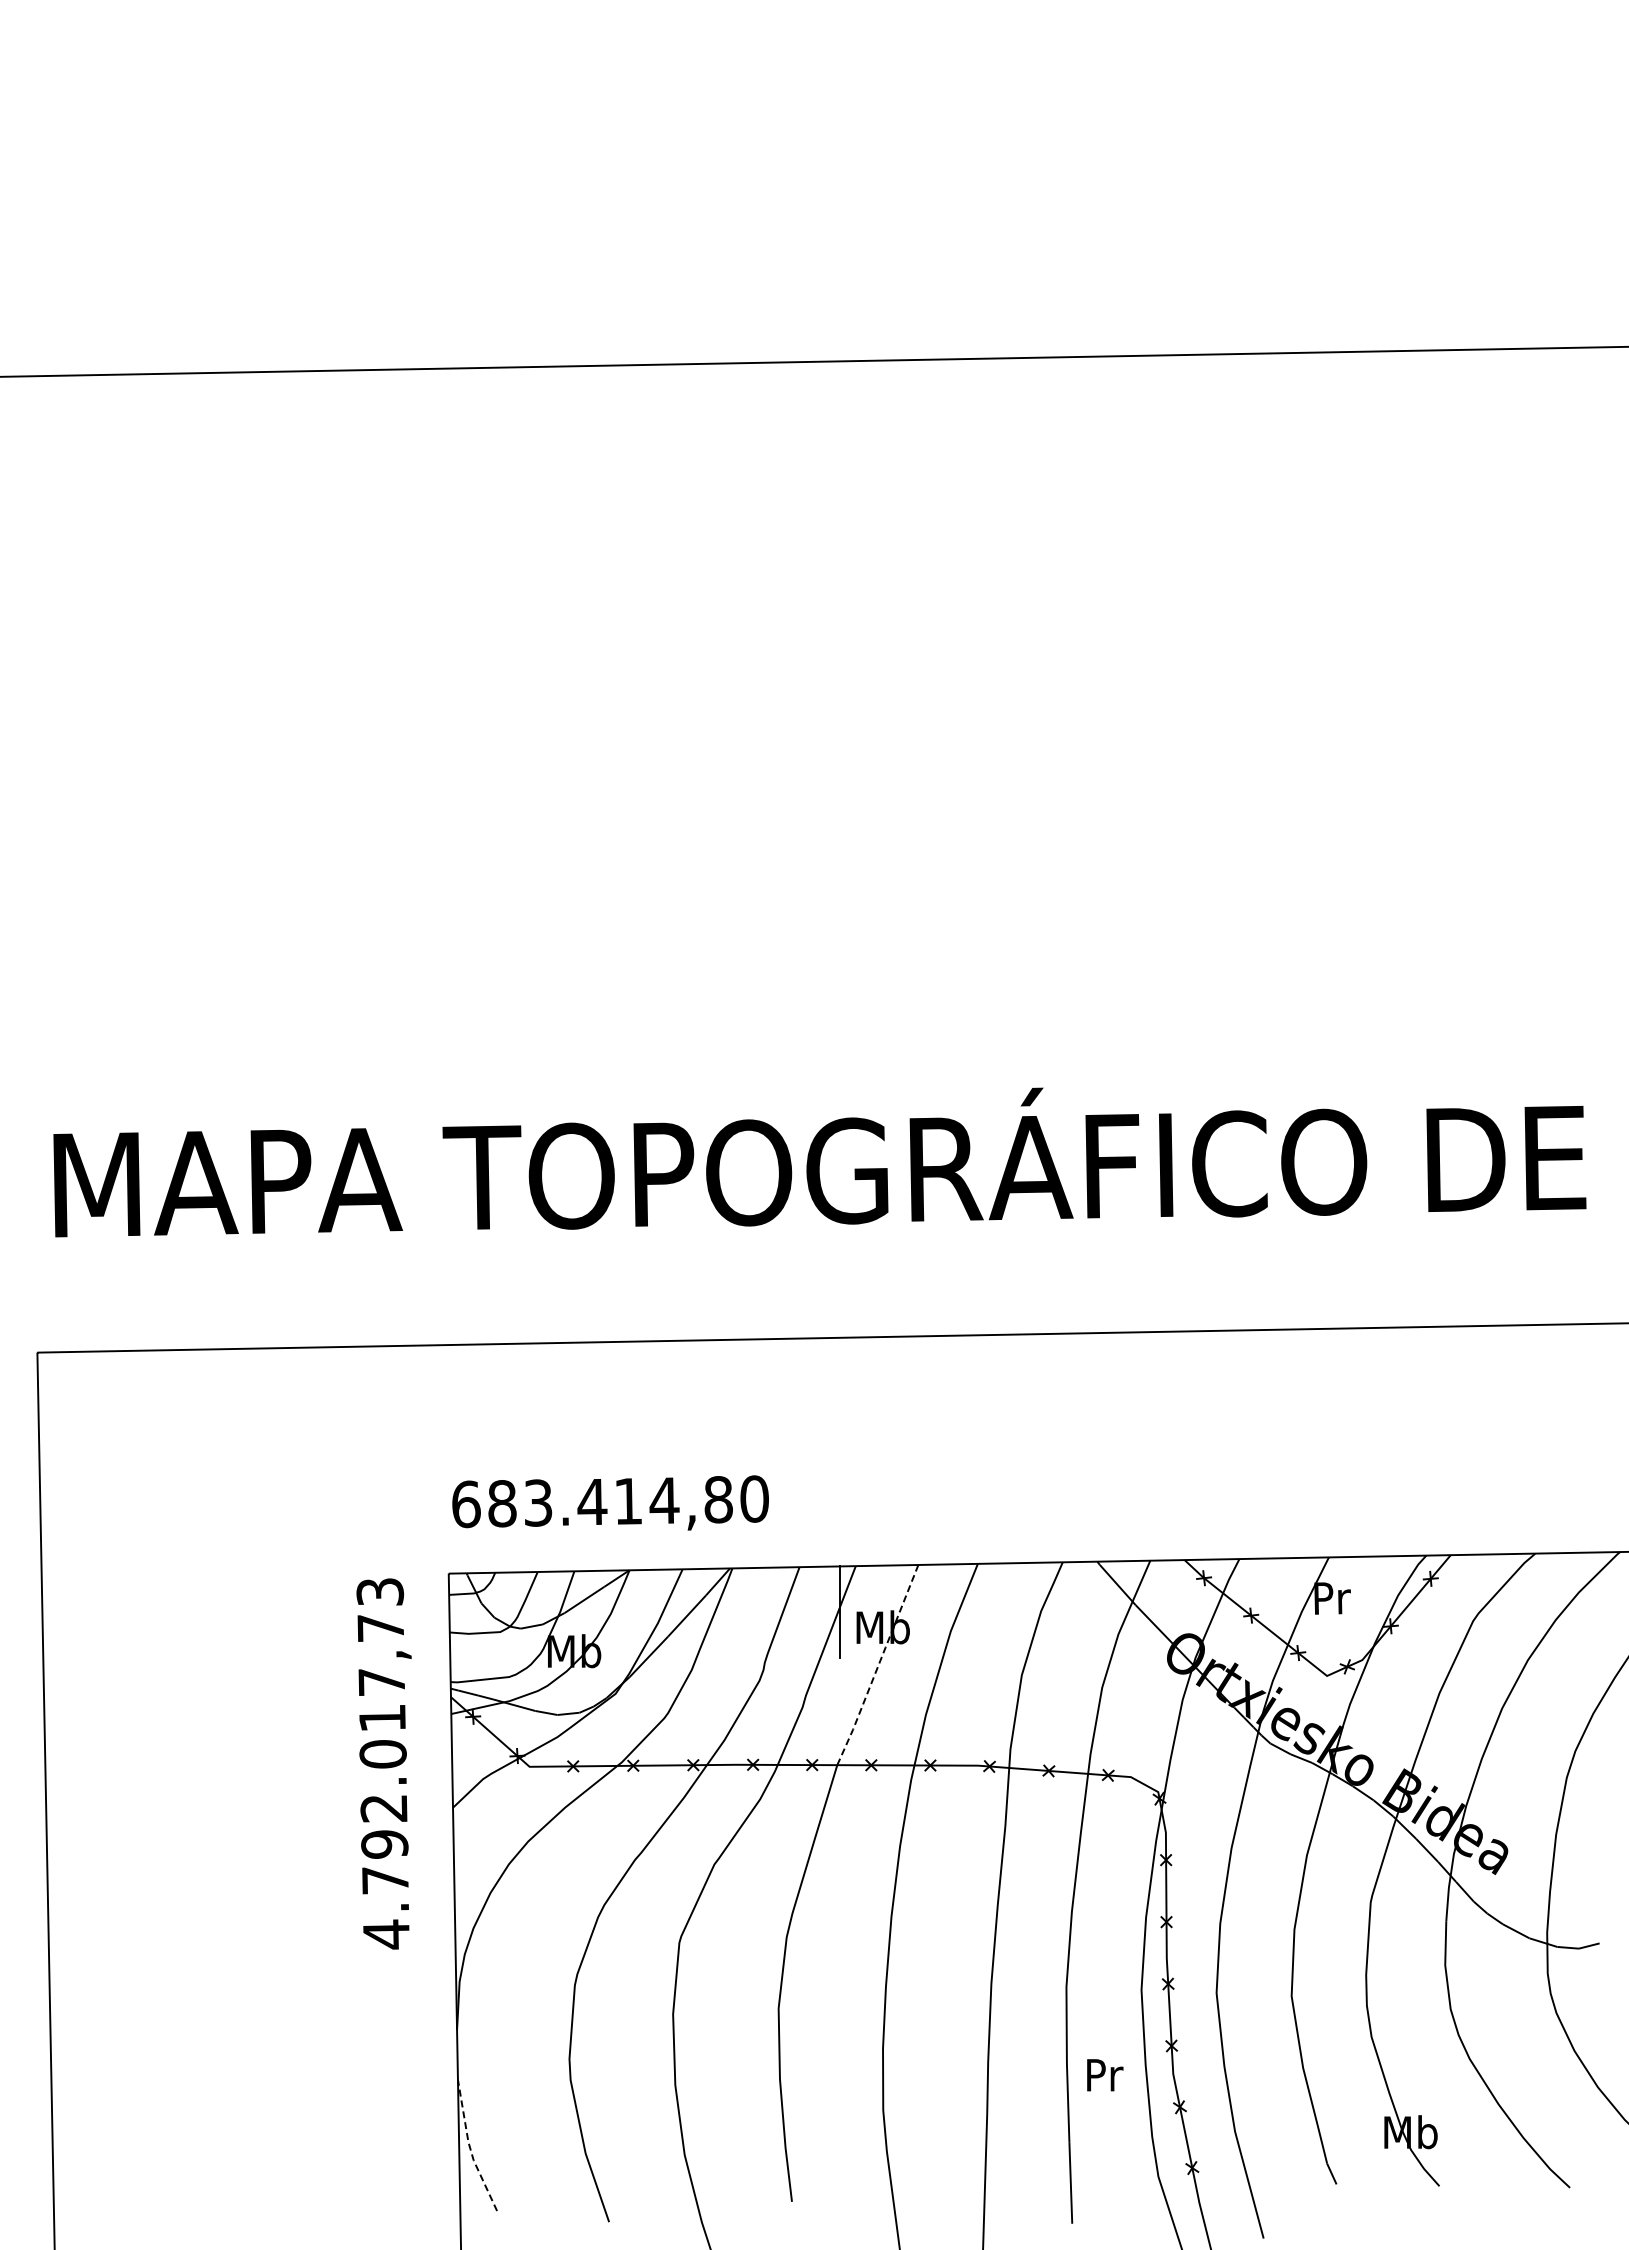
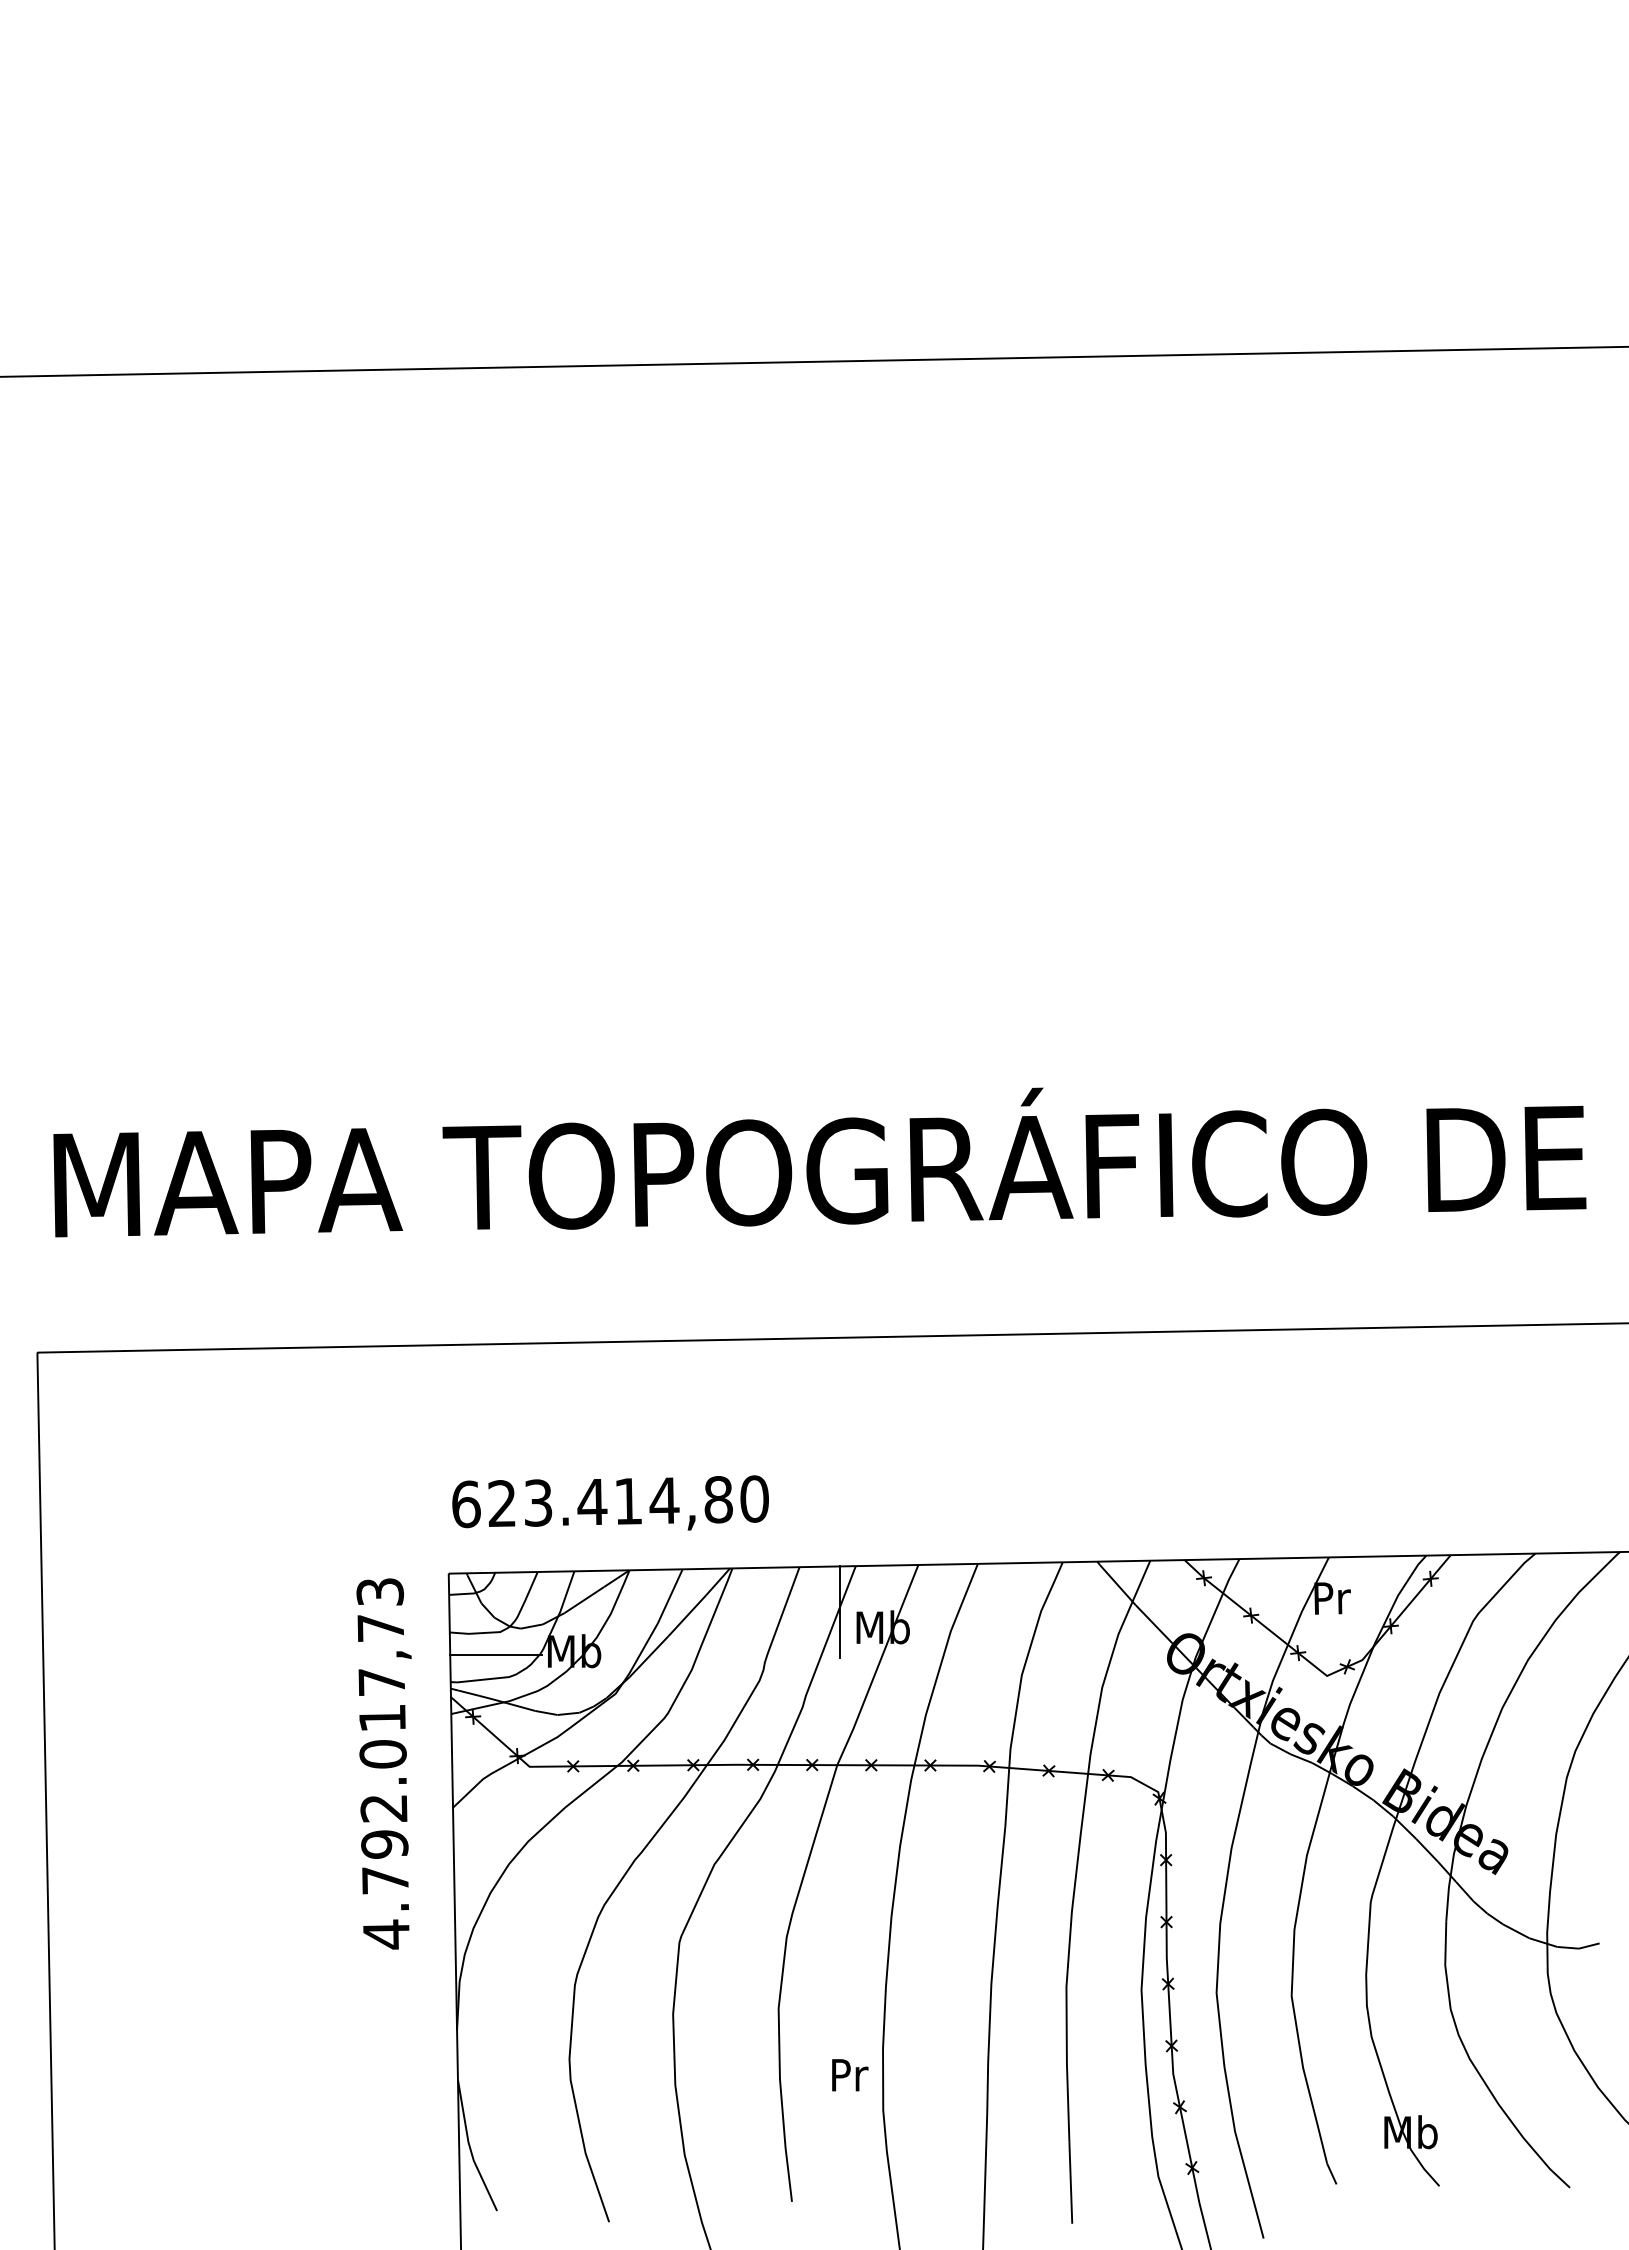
text at (502, 1503): 683.414,80 -> 623.414,80
line at (496, 1655): none -> present
line at (878, 1665): dashed -> solid
text at (1105, 2075) position: (1105, 2075) -> (850, 2075)
line at (470, 2147): dashed -> solid
